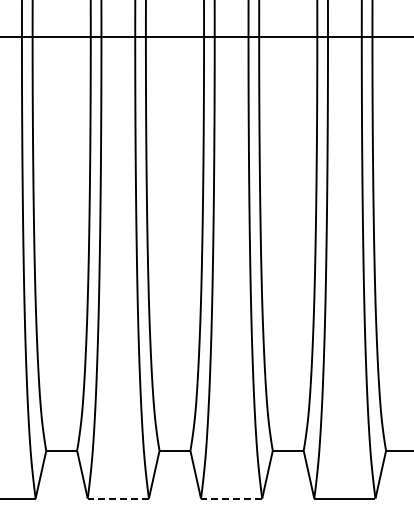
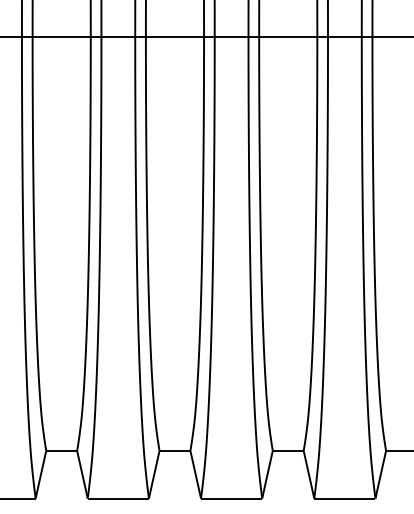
line at (118, 498): dashed -> solid
line at (231, 498): dashed -> solid
